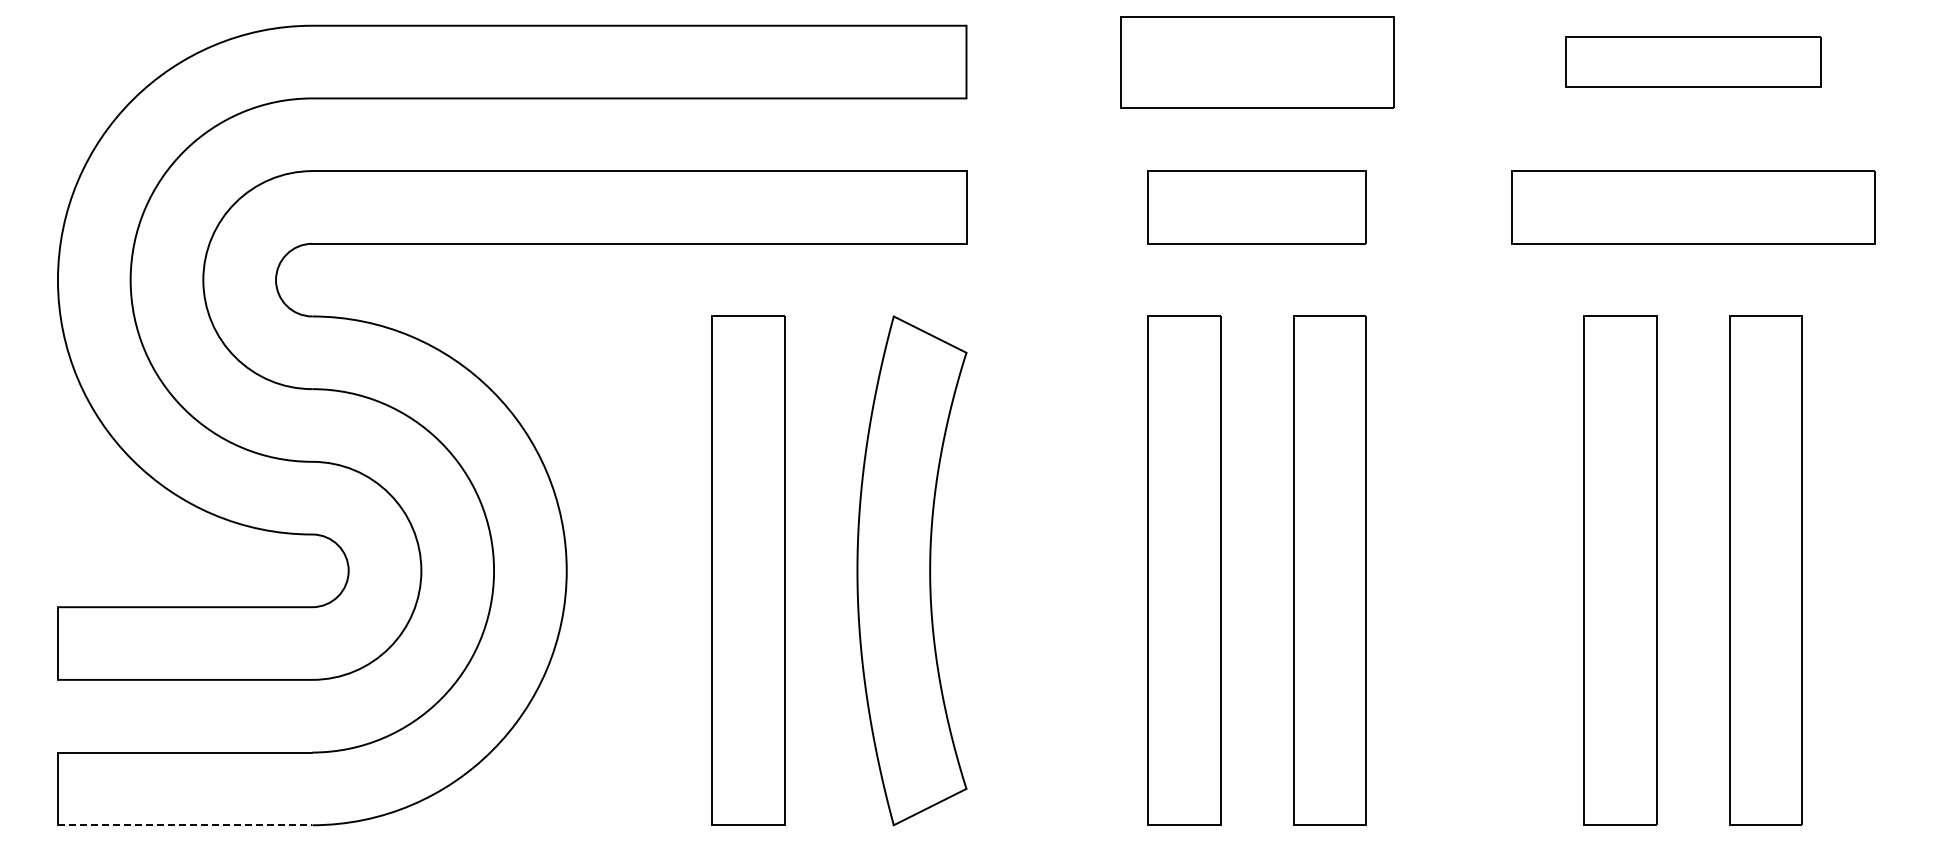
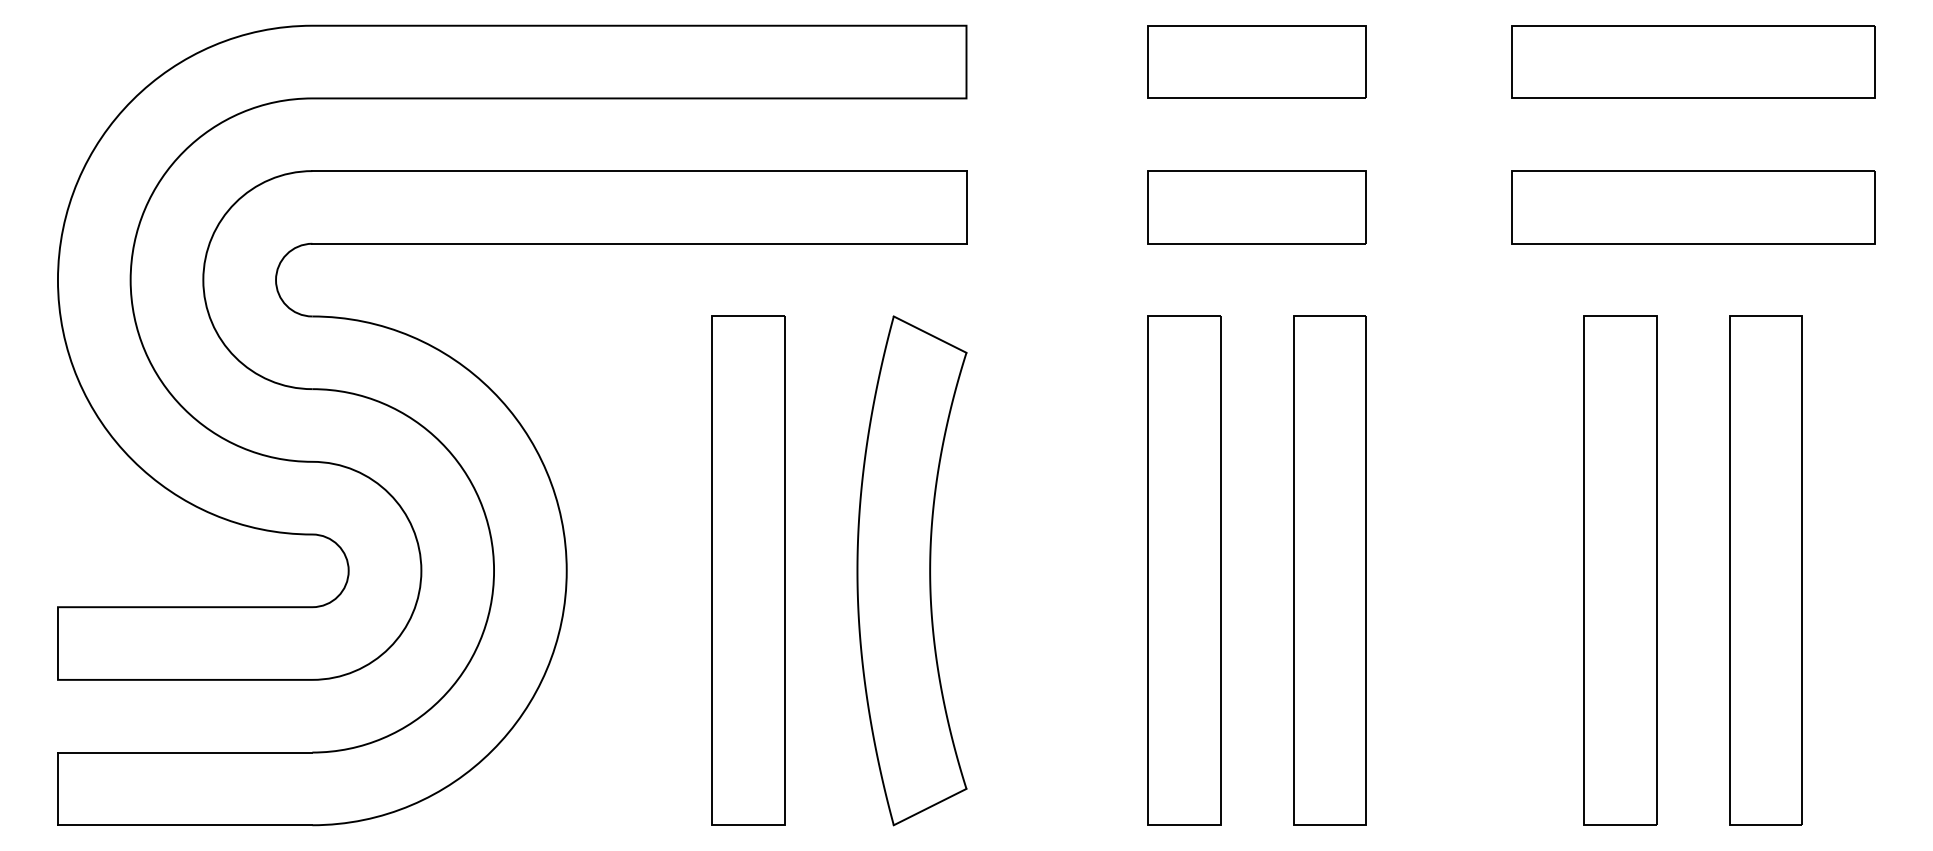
part at (1693, 61) size: 257x52 px -> 365x74 px
part at (1257, 62) size: 275x93 px -> 220x74 px
line at (185, 825): dashed -> solid
